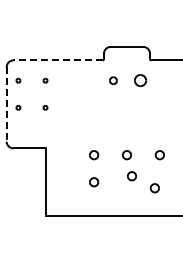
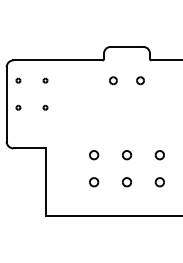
line at (58, 60): dashed -> solid
part at (140, 80) size: 14x14 px -> 9x10 px
line at (6, 104): dashed -> solid
part at (132, 176) position: (132, 176) -> (127, 182)
part at (154, 188) position: (154, 188) -> (159, 182)
